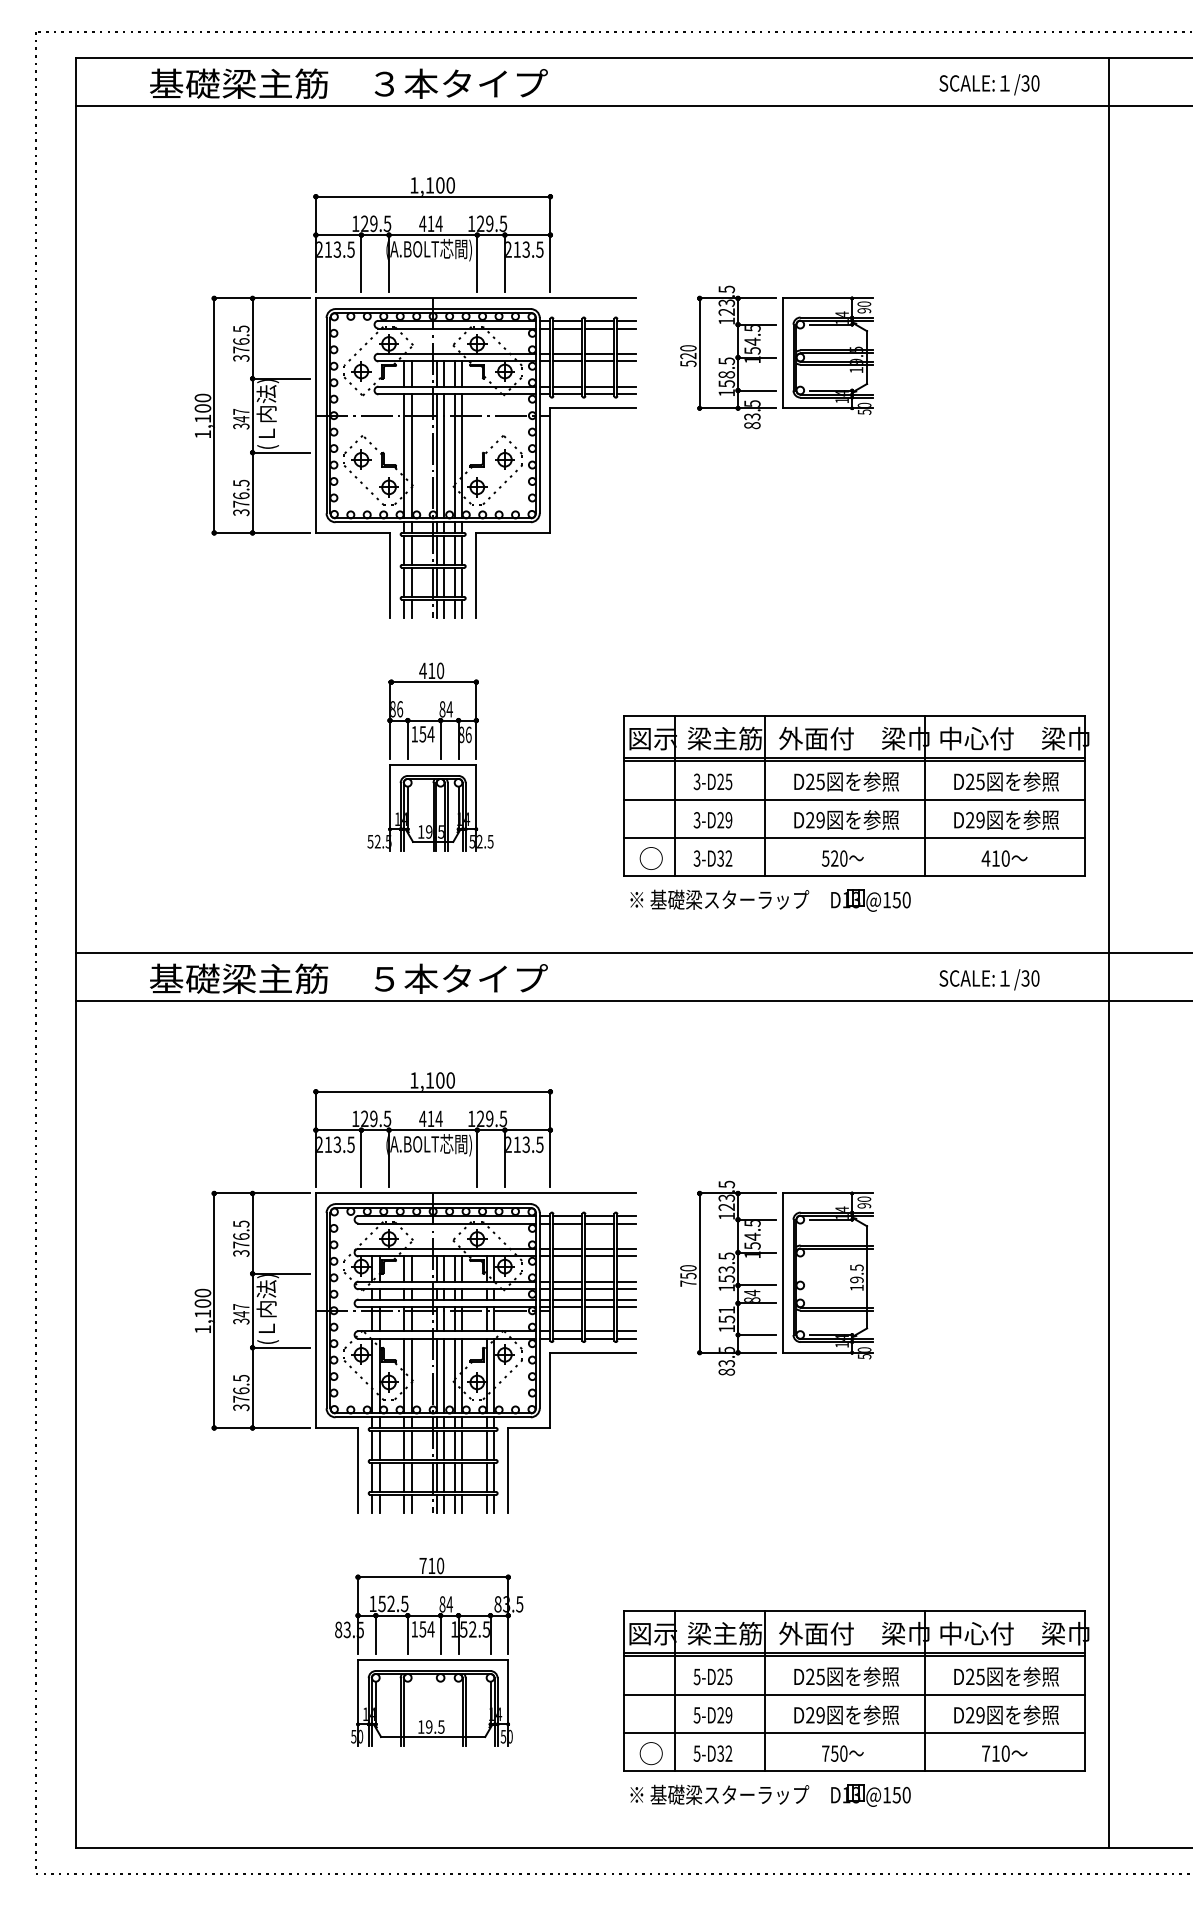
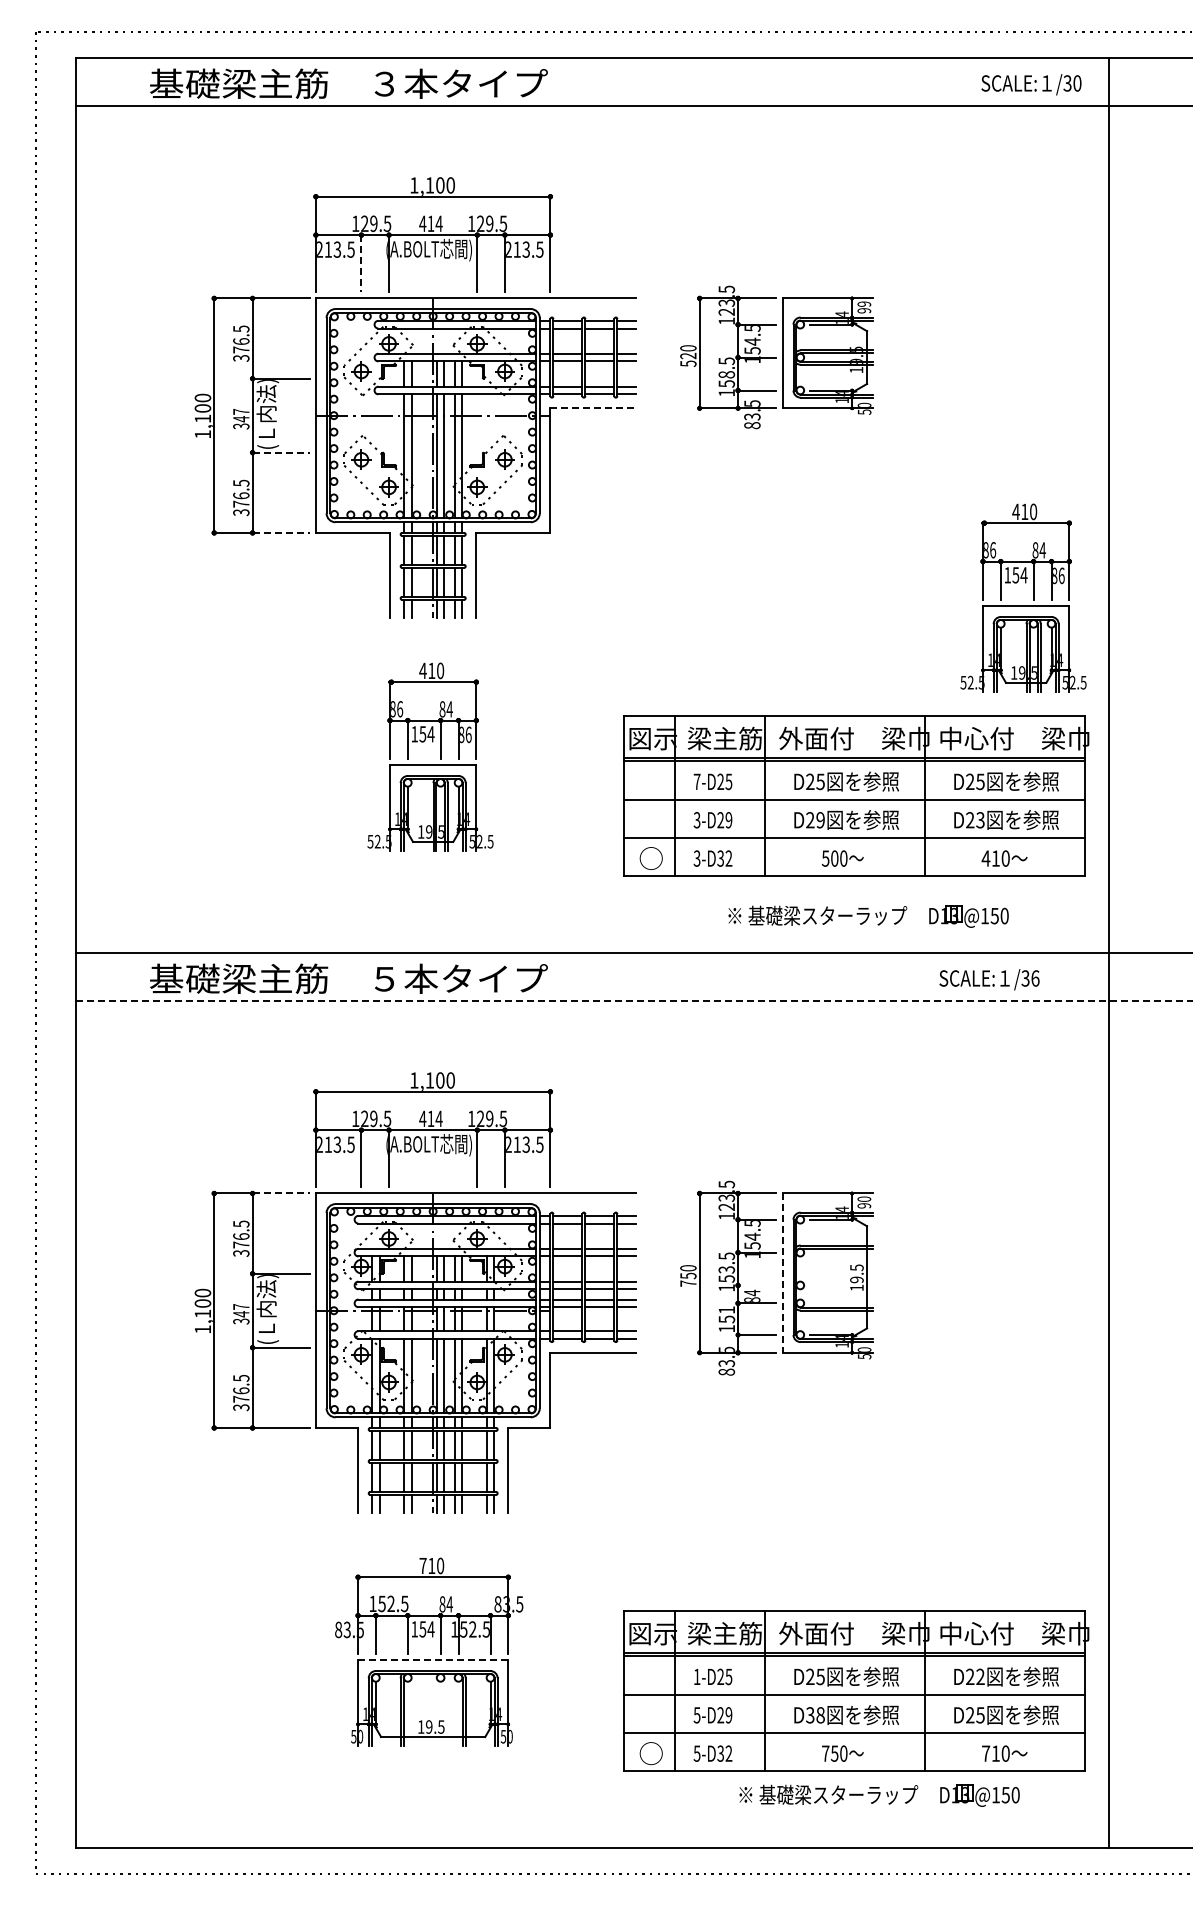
text at (989, 84) position: (989, 84) -> (1031, 84)
line at (361, 264): solid -> dashed
text at (864, 303): 90 -> 99
line at (593, 408): solid -> dashed
line at (281, 452): solid -> dashed
line at (281, 532): solid -> dashed
part at (1023, 605): none -> present
text at (696, 781): 3-D25 -> 7-D25
text at (980, 820): D29 -> D23
text at (834, 858): 520 -> 500
part at (770, 900) position: (770, 900) -> (868, 916)
text at (1035, 978): /30 -> /36
line at (634, 1000): solid -> dashed
line at (281, 1193): solid -> dashed
line at (782, 1273): solid -> dashed
line at (757, 1285): present -> none
line at (433, 1660): solid -> dashed
text at (696, 1676): 5-D25 -> 1-D25
text at (980, 1676): D25 -> D22
text at (815, 1715): D29 -> D38
text at (980, 1715): D29 -> D25
part at (770, 1795) position: (770, 1795) -> (879, 1795)
